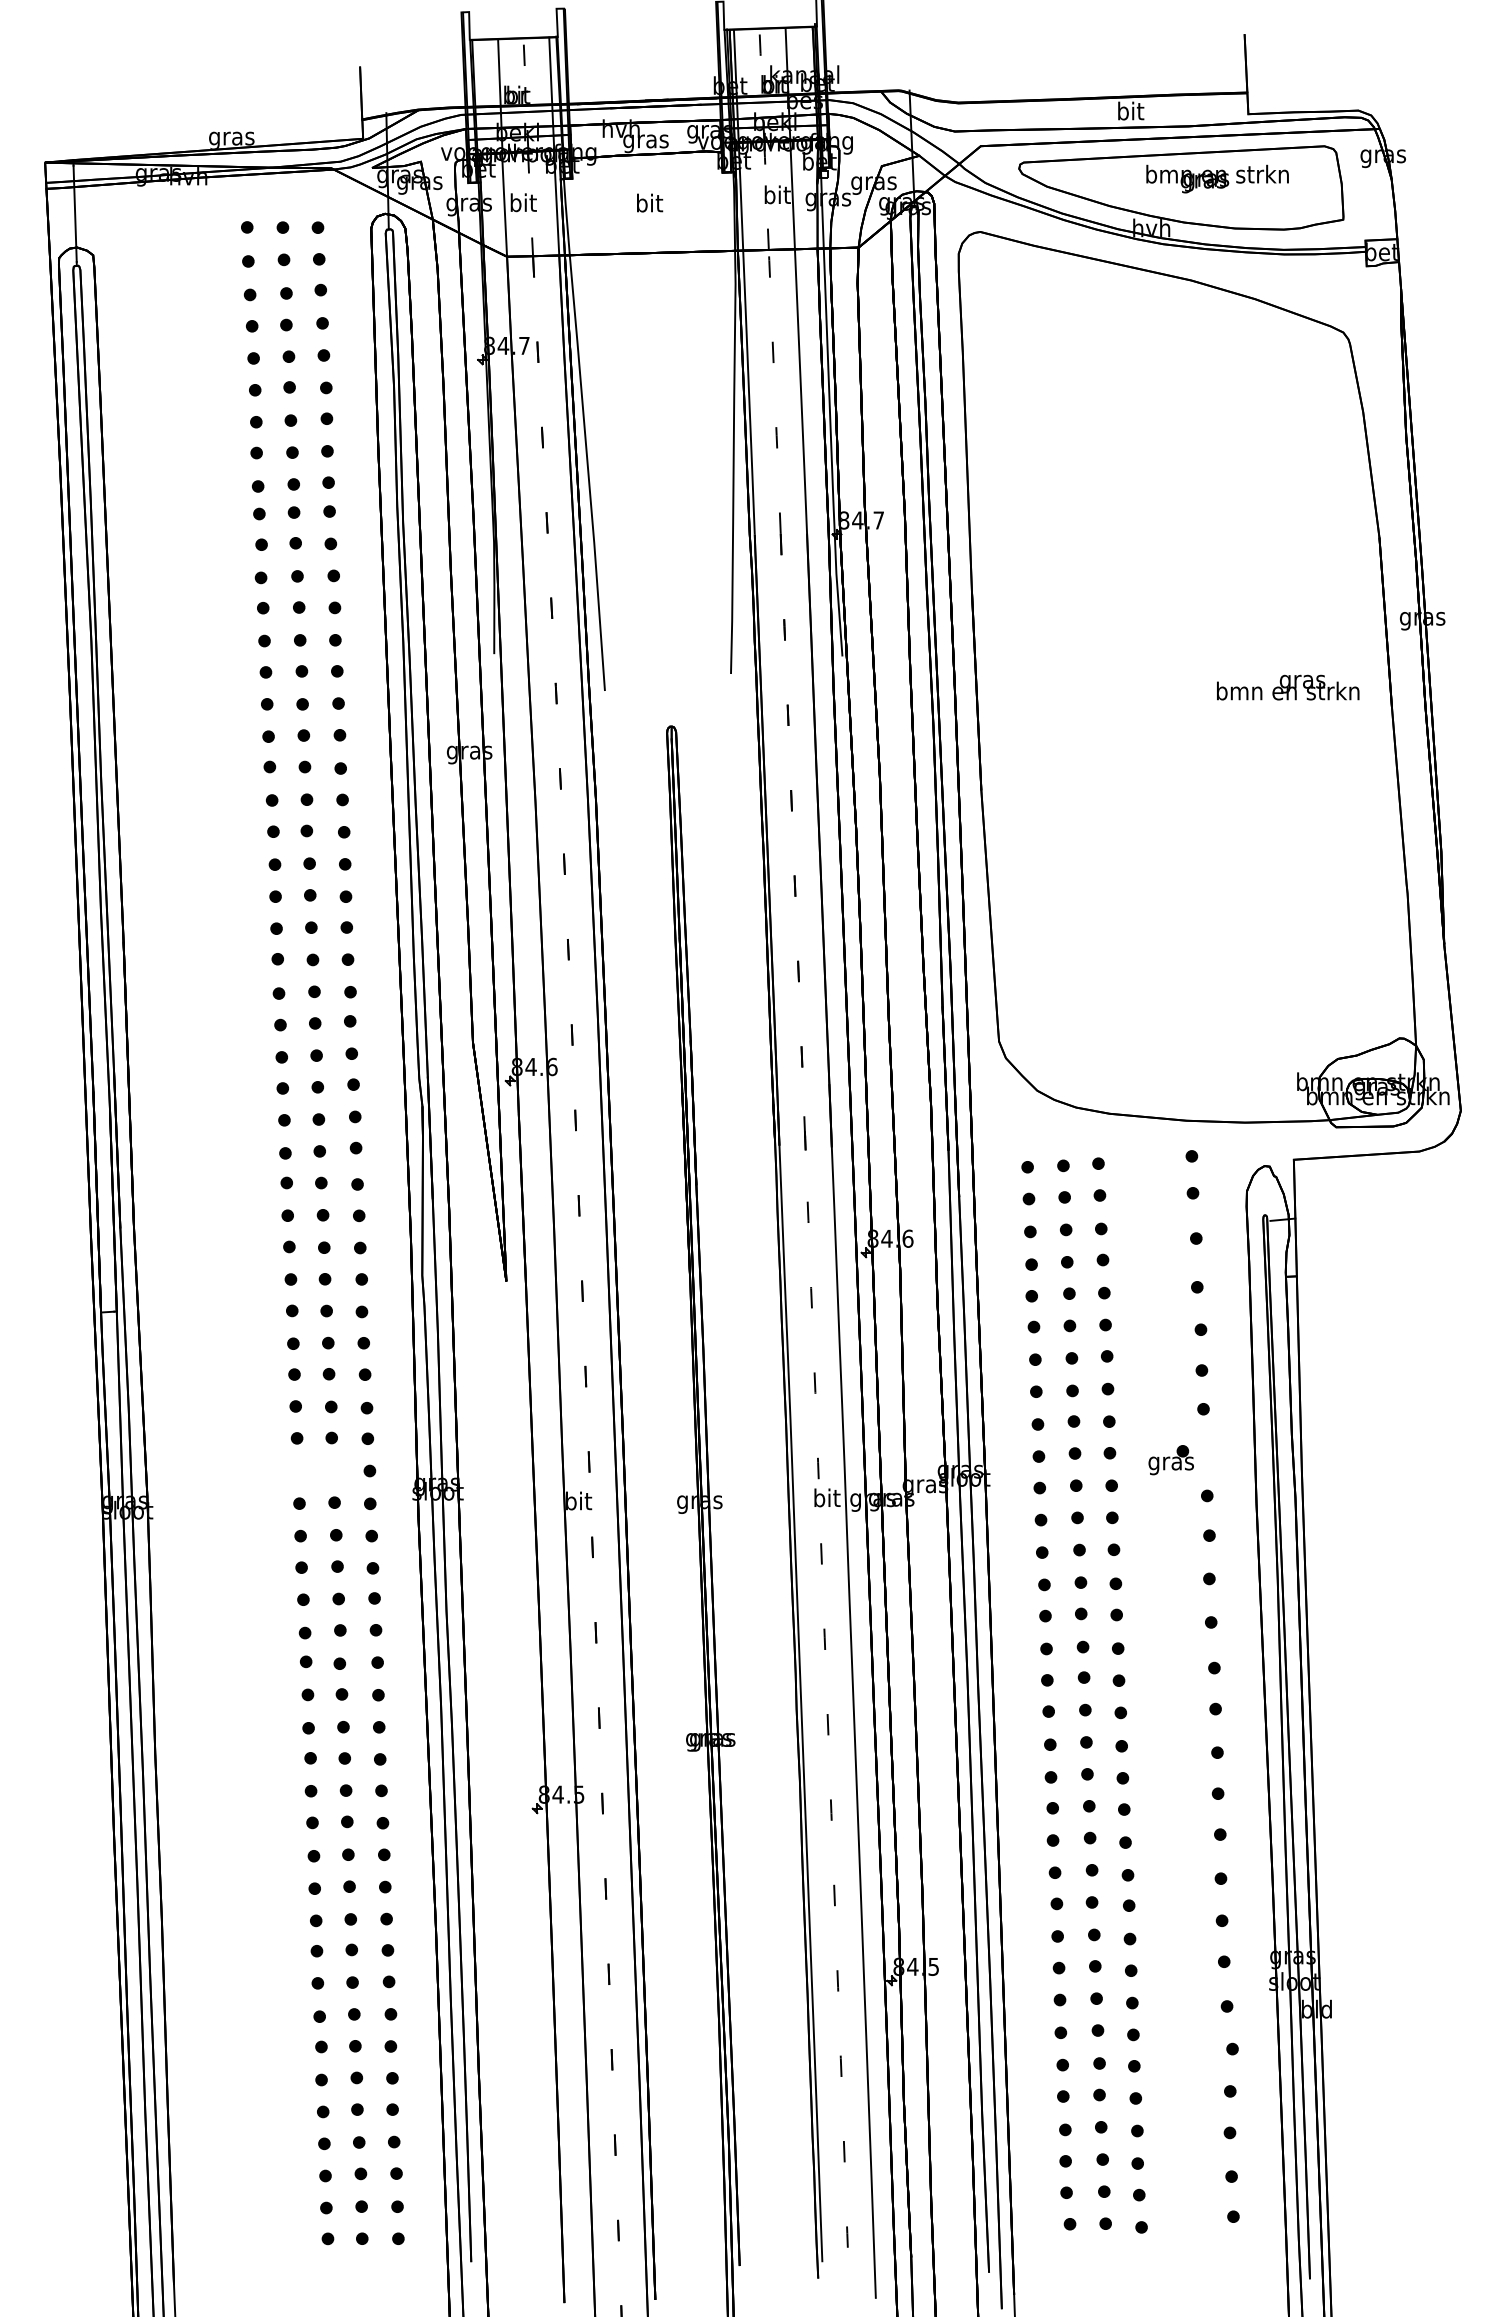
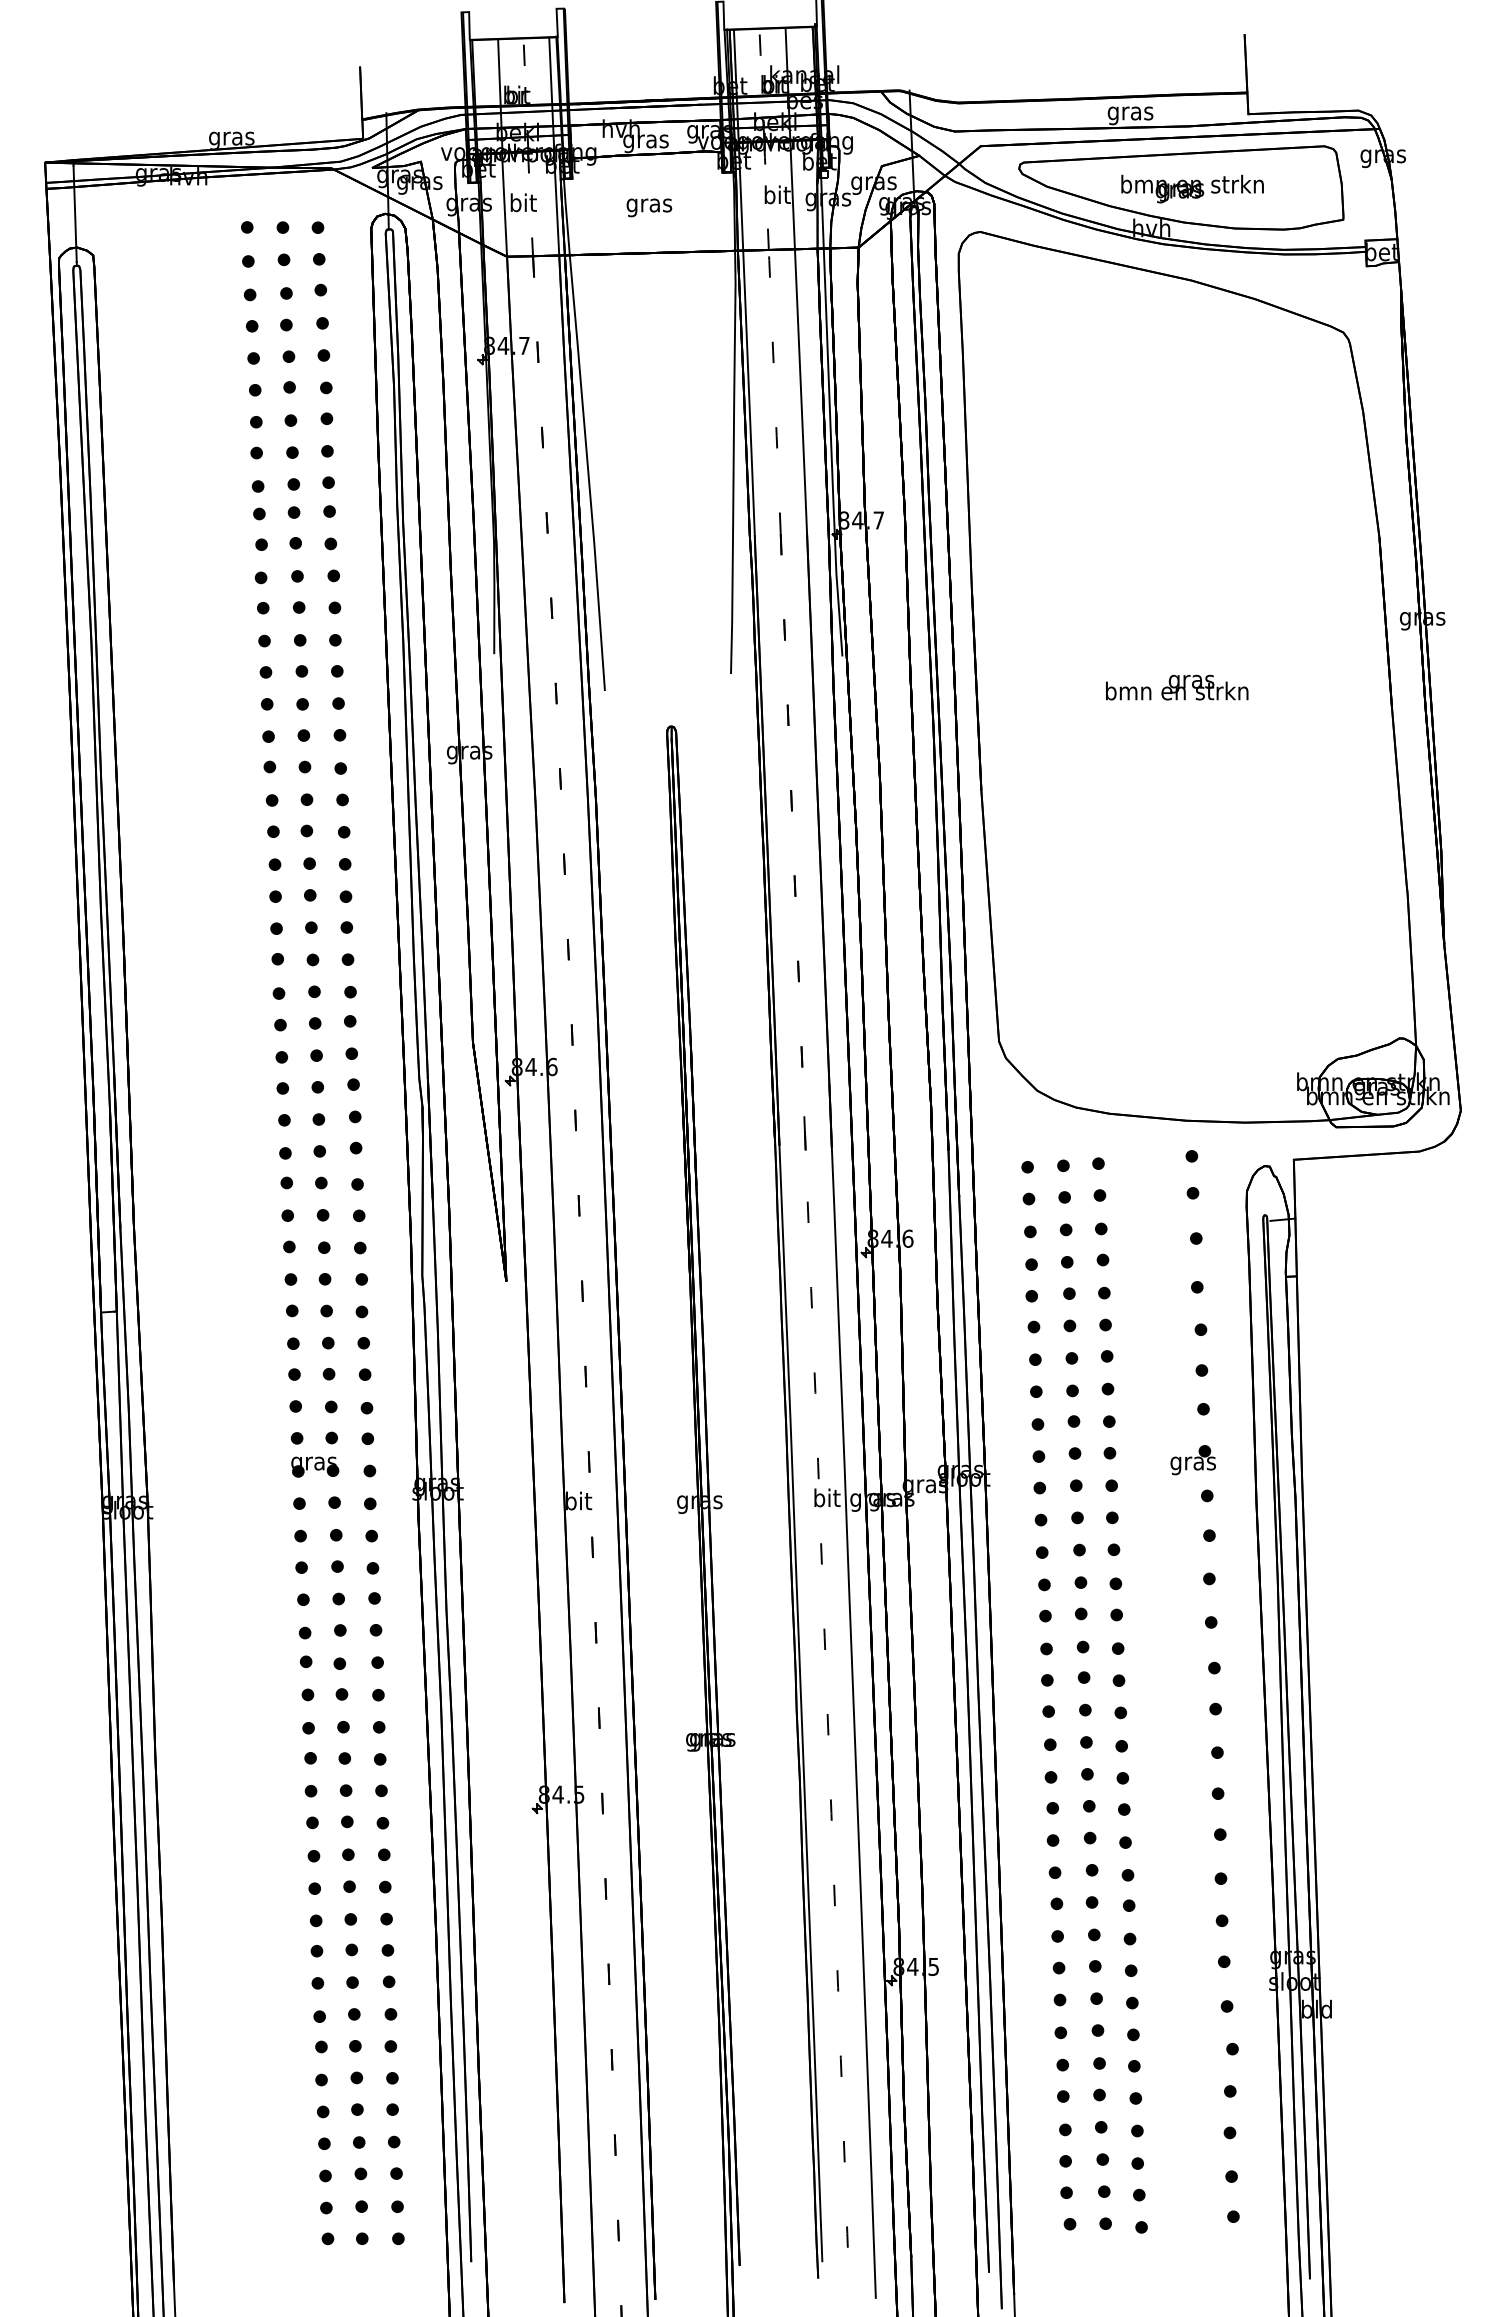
text at (1130, 113): bit -> gras
text at (1217, 178) position: (1217, 178) -> (1192, 188)
text at (649, 205): bit -> gras
text at (1288, 687) position: (1288, 687) -> (1177, 687)
part at (1170, 1460) position: (1170, 1460) -> (1192, 1460)
part at (315, 1466): none -> present
